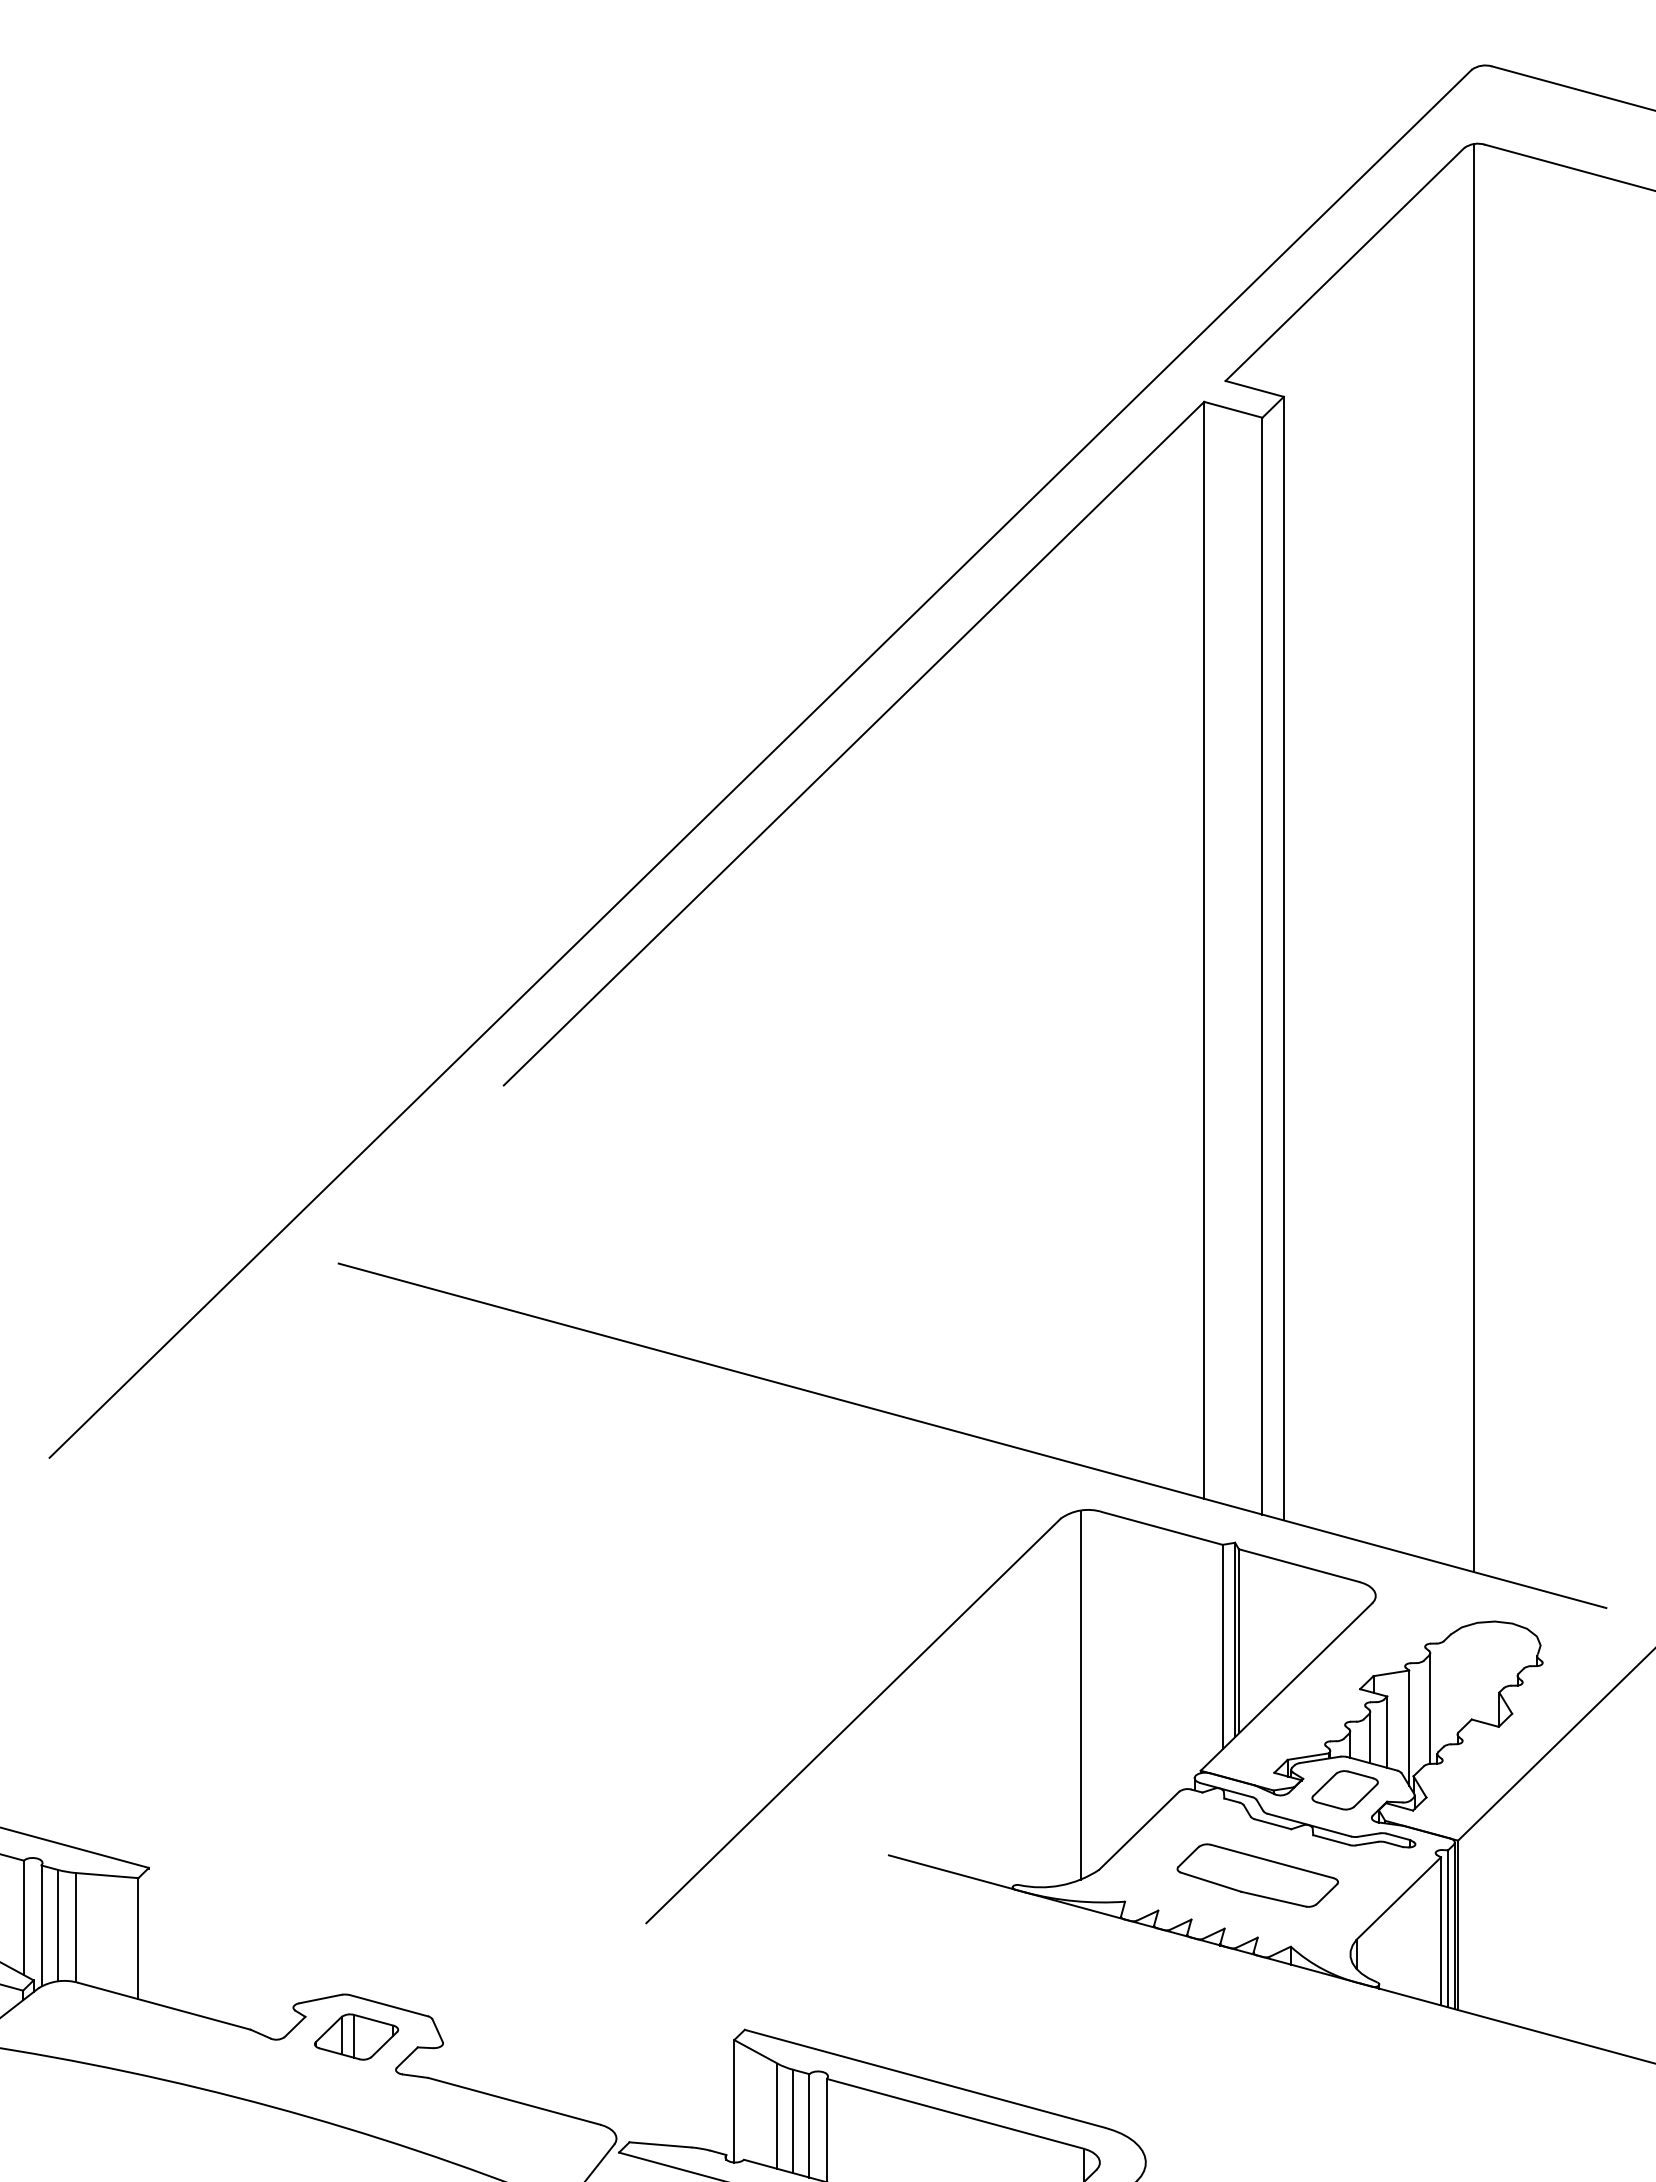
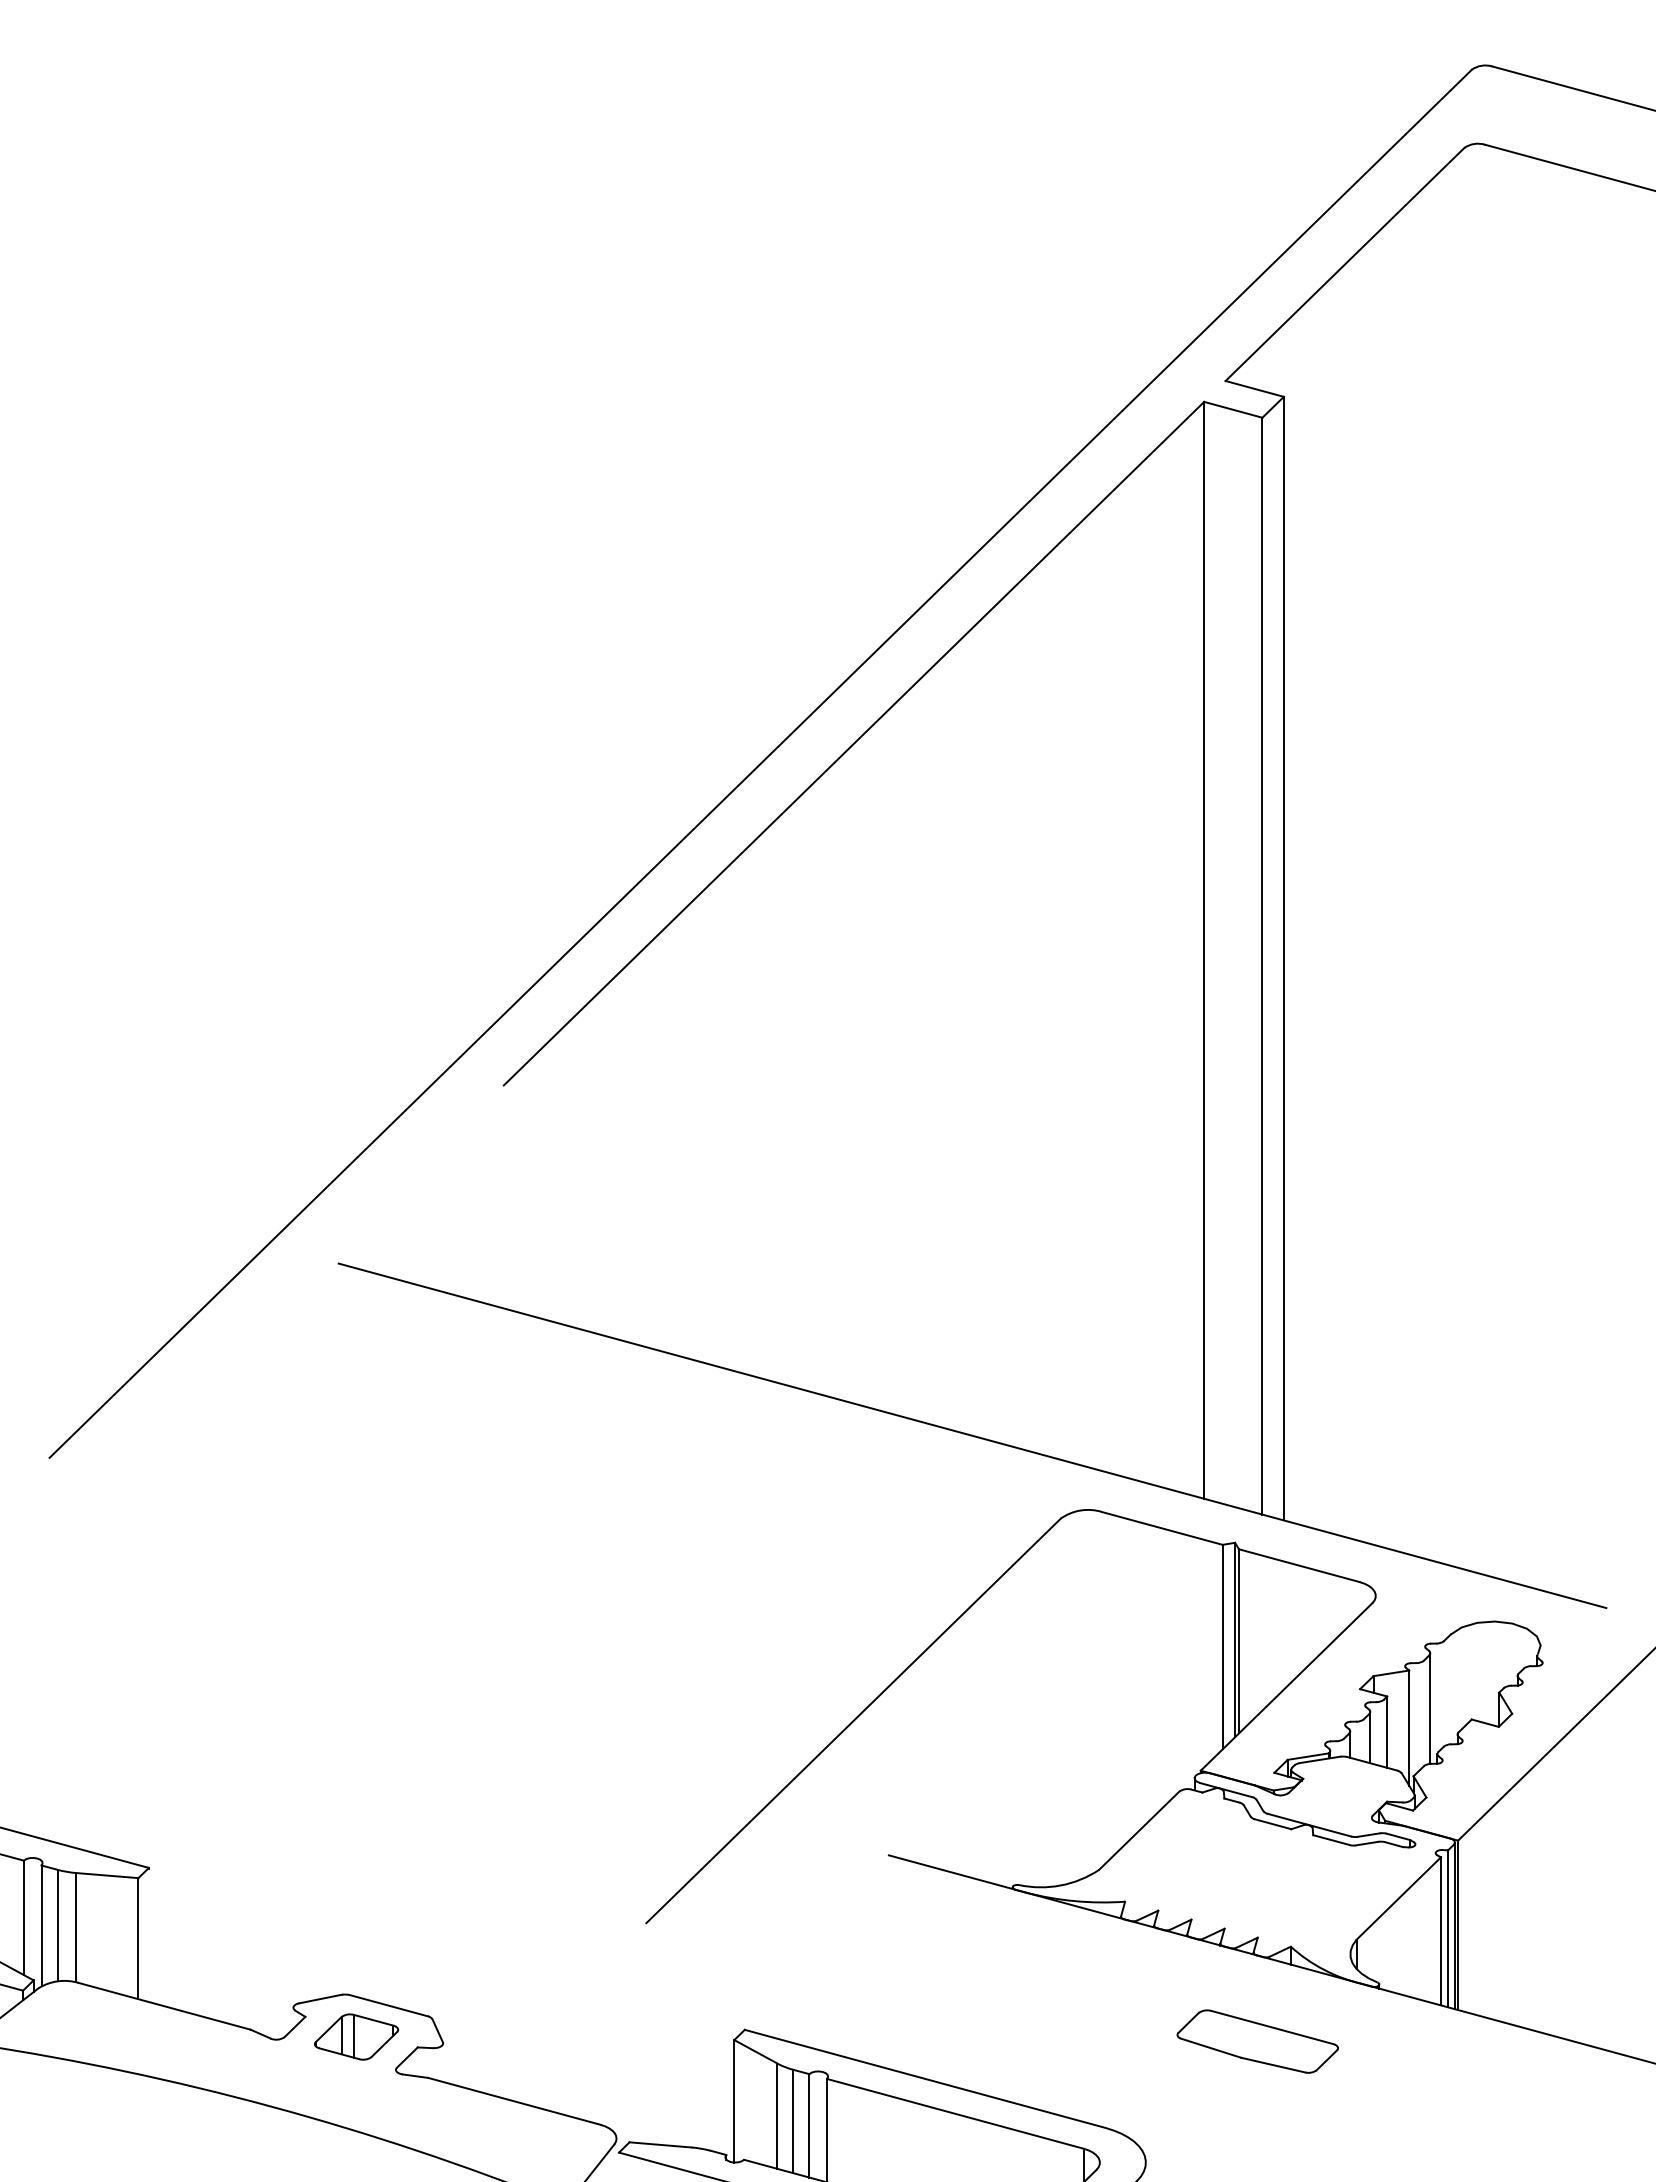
line at (1474, 858): present -> none
line at (1080, 1694): present -> none
part at (1344, 1790): present -> none
part at (1257, 1875) position: (1257, 1875) -> (1257, 2041)
